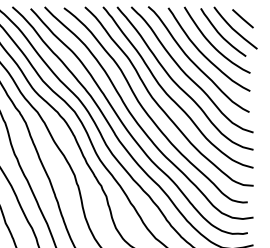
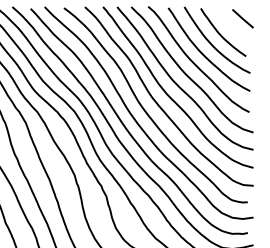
curve at (235, 29): present -> none
